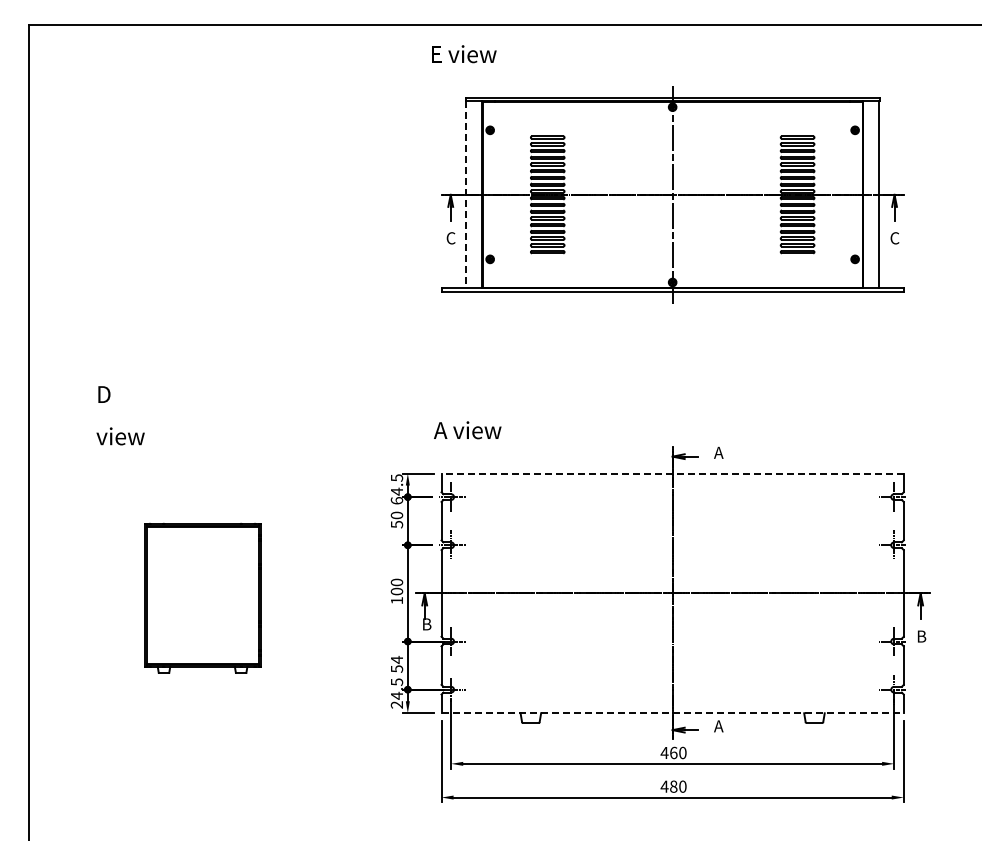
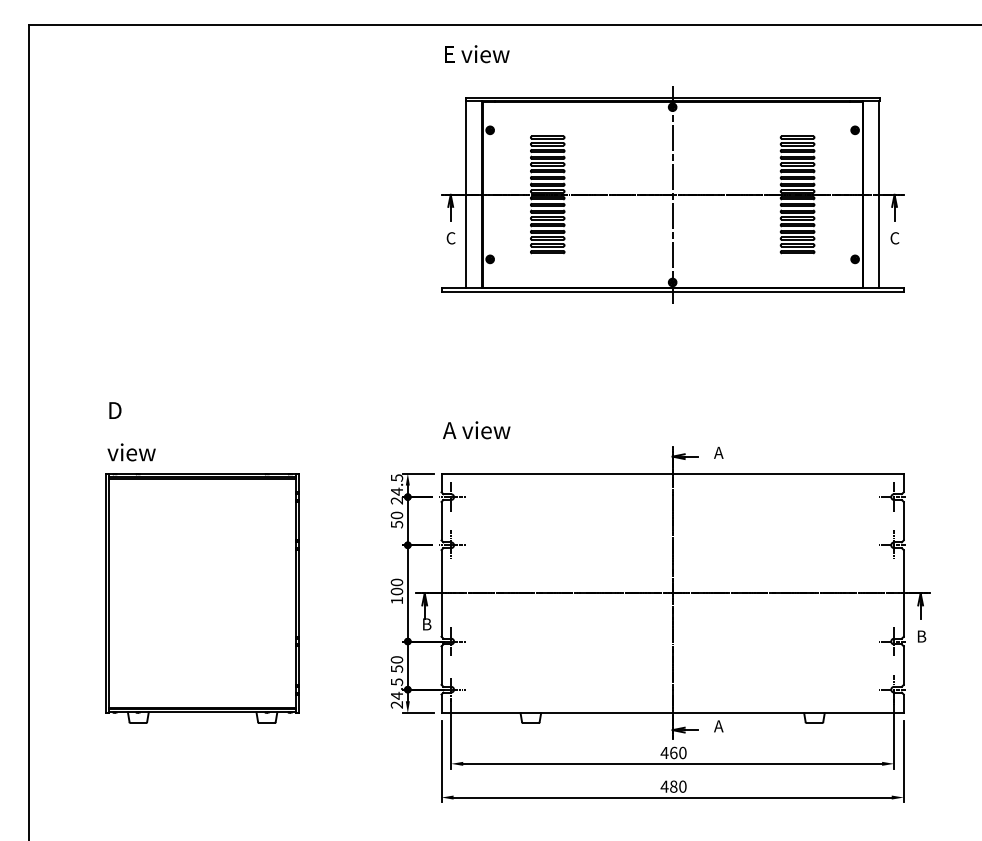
text at (464, 54) position: (464, 54) -> (477, 54)
line at (466, 195): dashed -> solid
text at (120, 415) position: (120, 415) -> (131, 431)
text at (467, 430) position: (467, 430) -> (476, 430)
line at (672, 473): dashed -> solid
text at (396, 500): 64.5 -> 24.5
part at (202, 597) size: 118x152 px -> 195x251 px
text at (396, 659): 54 -> 50
line at (673, 713): dashed -> solid
